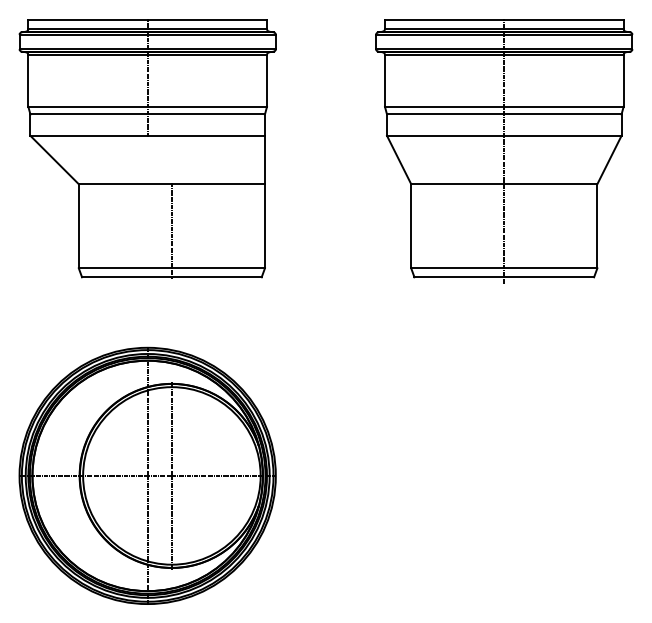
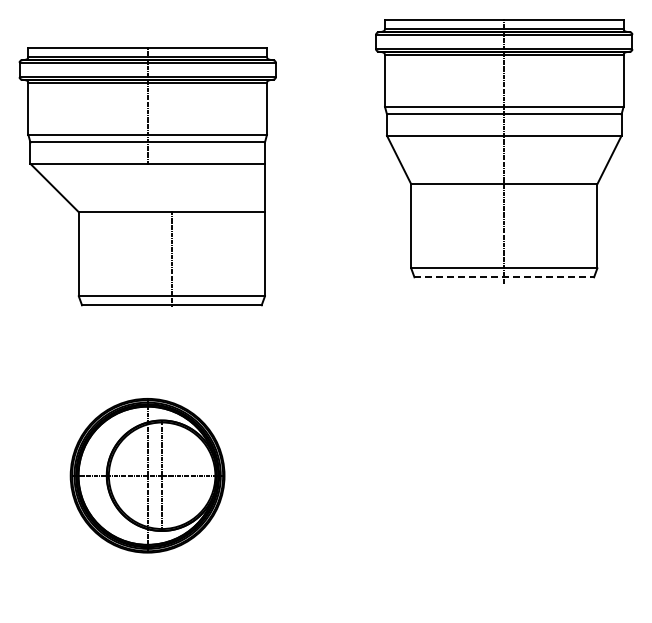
part at (147, 148) position: (147, 148) -> (147, 176)
line at (504, 277): solid -> dashed
part at (147, 475) size: 259x259 px -> 157x156 px
